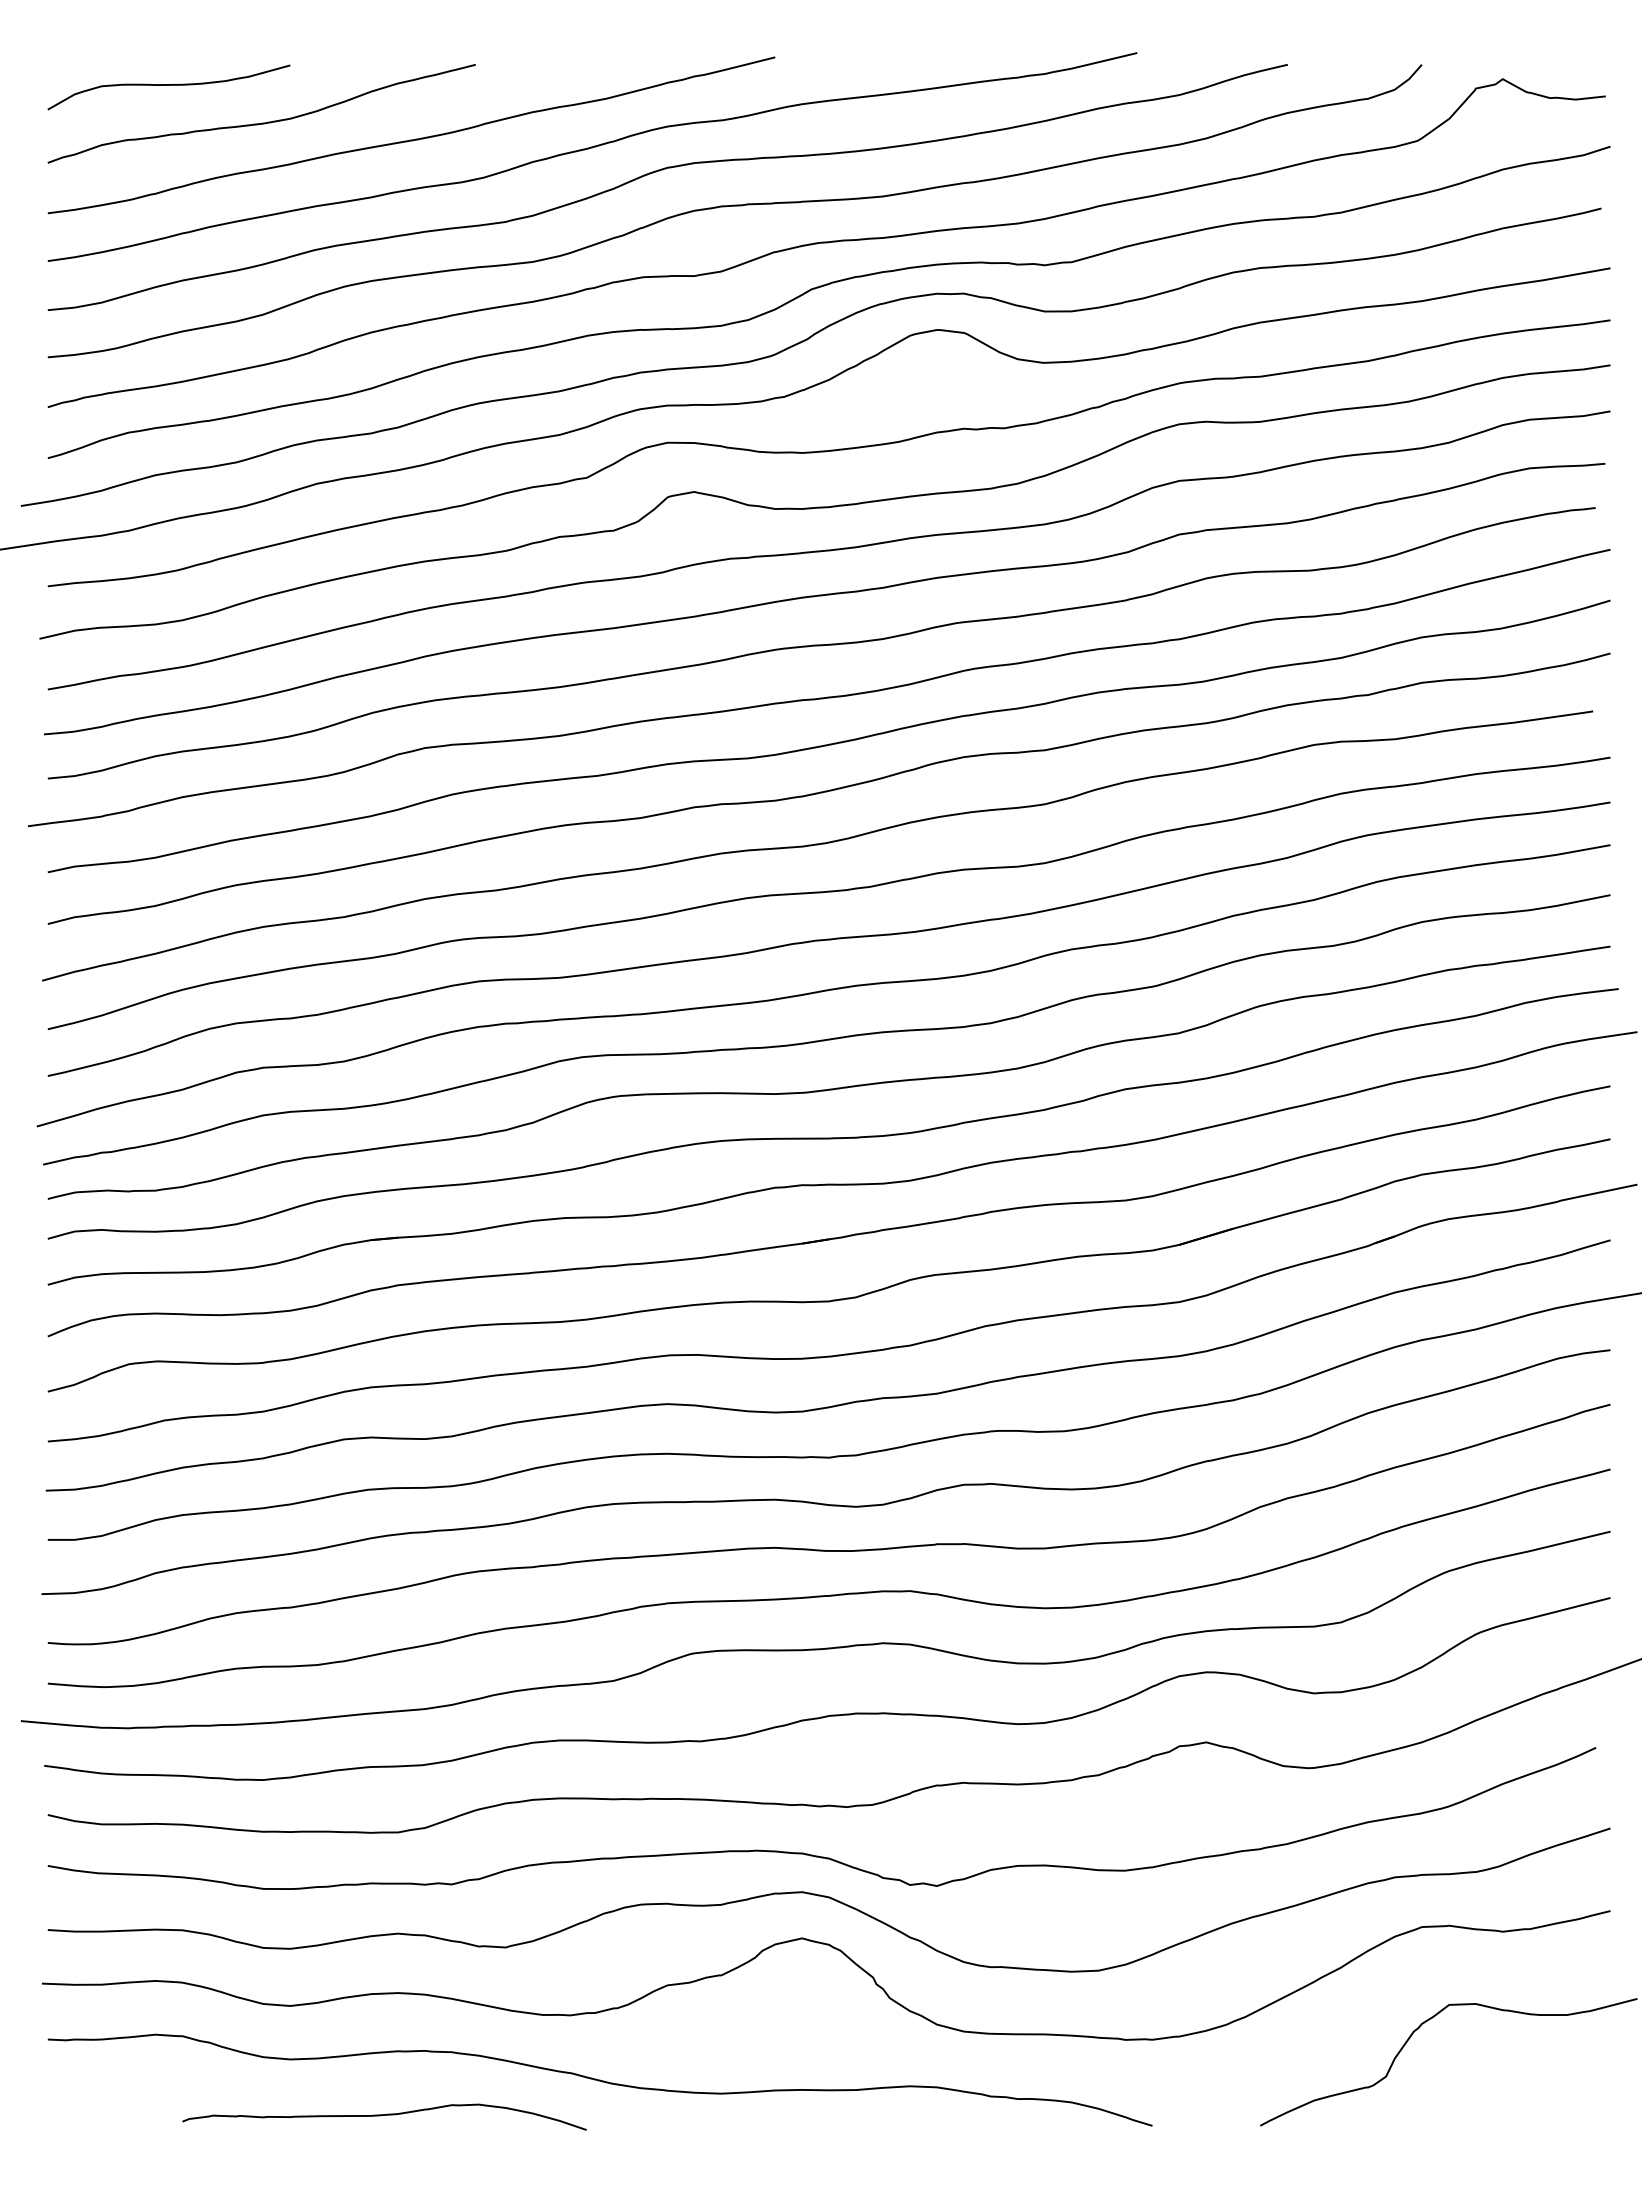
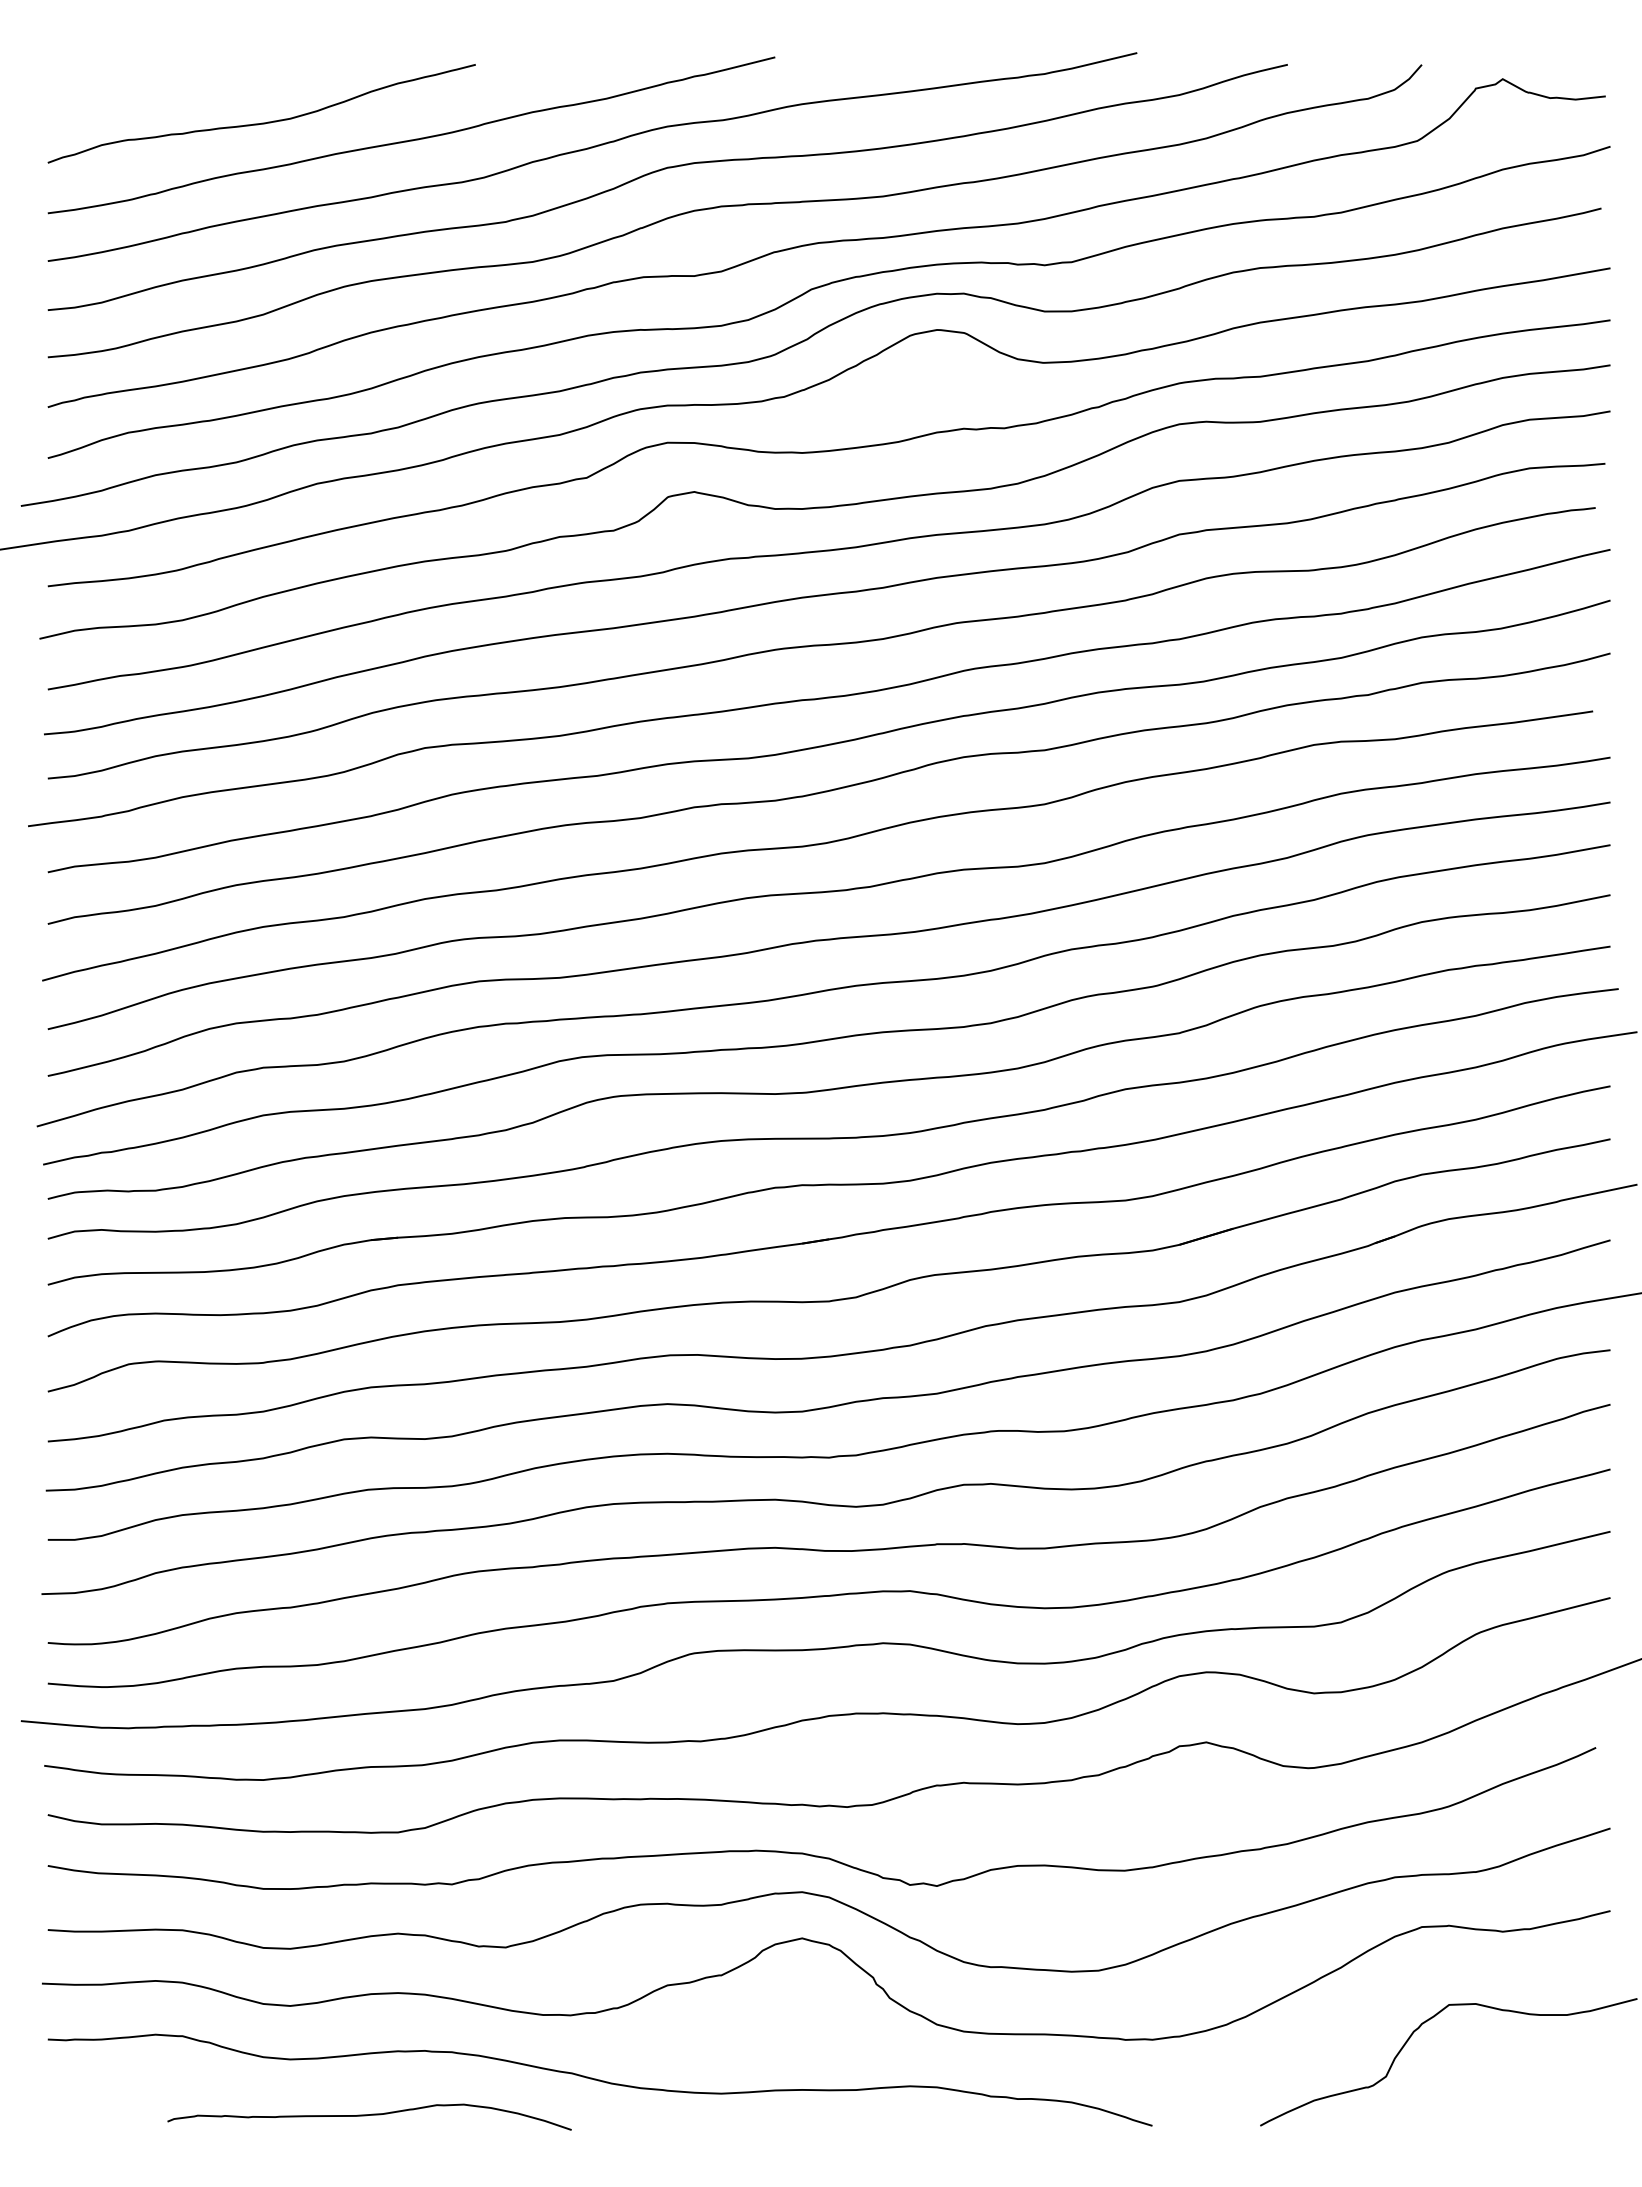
curve at (168, 85): present -> none
curve at (384, 2115) position: (384, 2115) -> (369, 2115)
